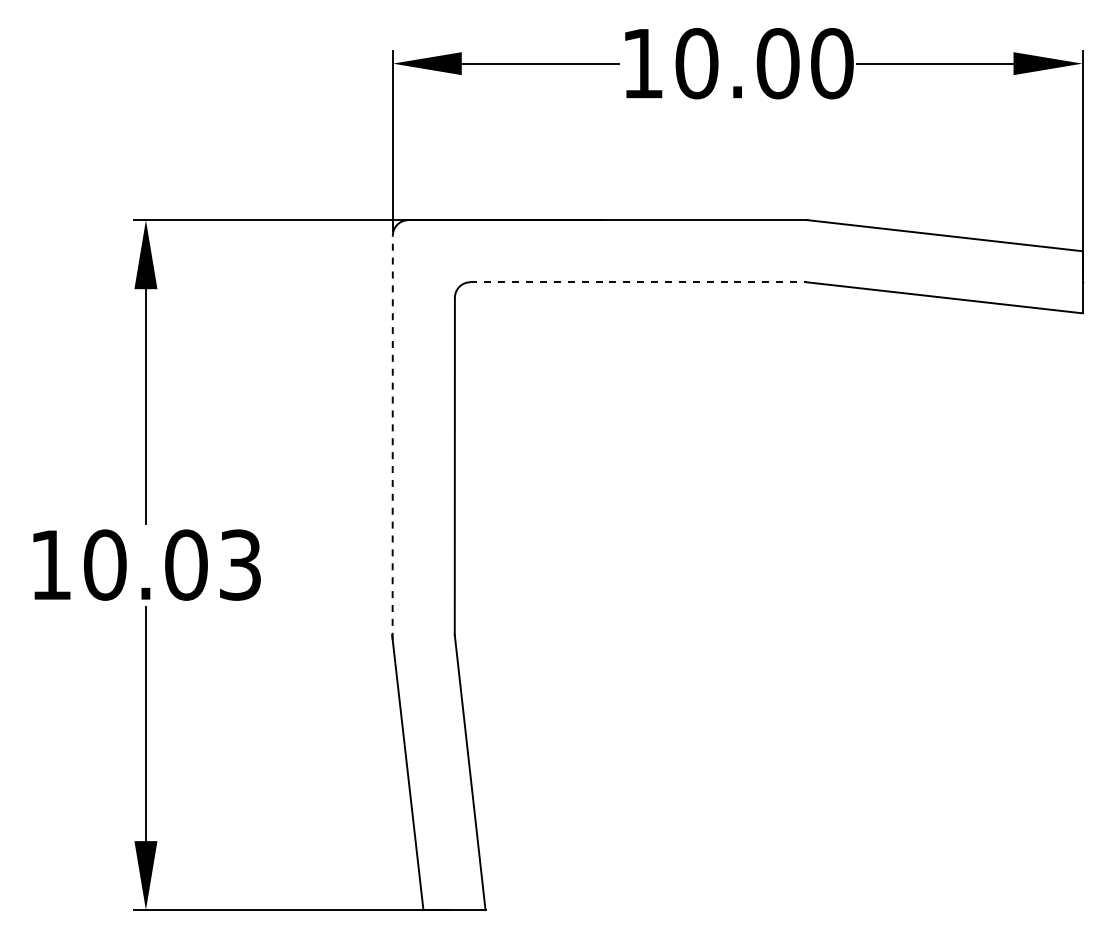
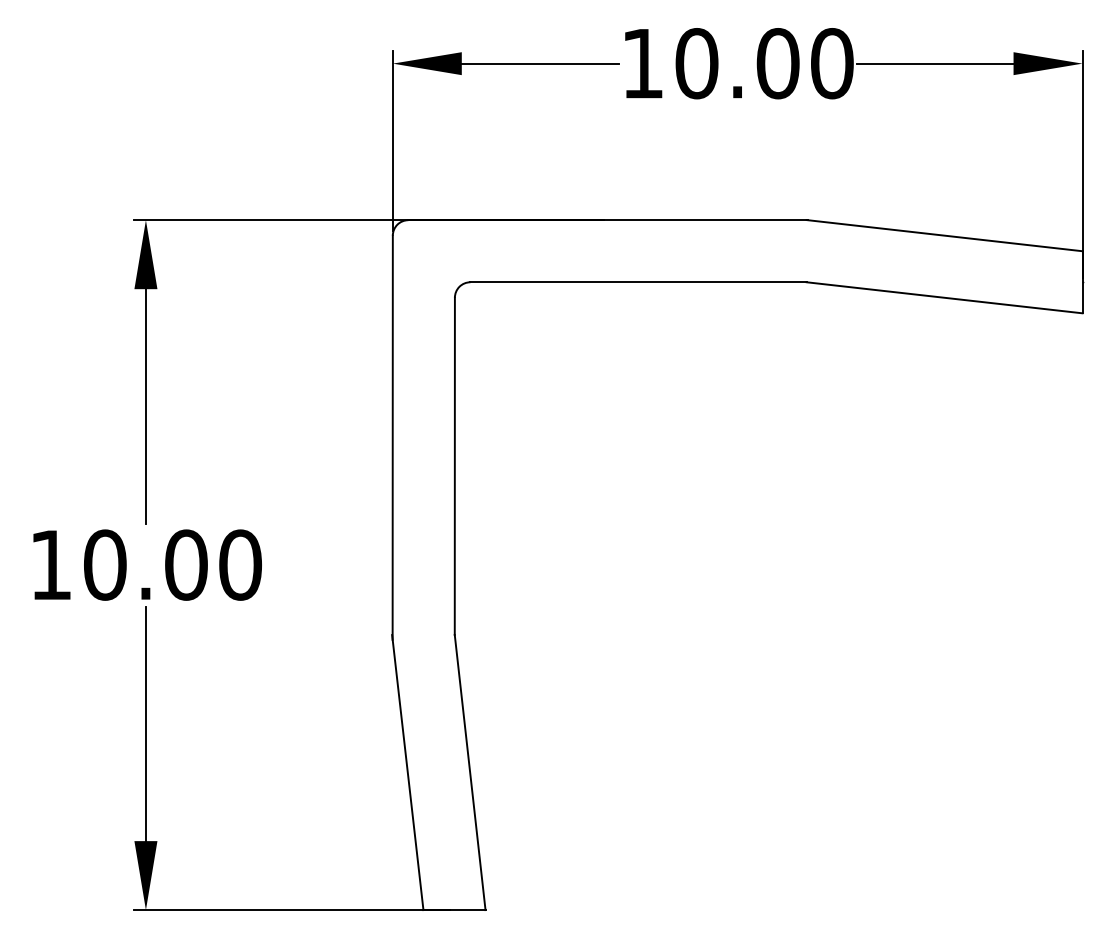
line at (639, 282): dashed -> solid
line at (392, 437): dashed -> solid
text at (240, 564): 10.03 -> 10.00
